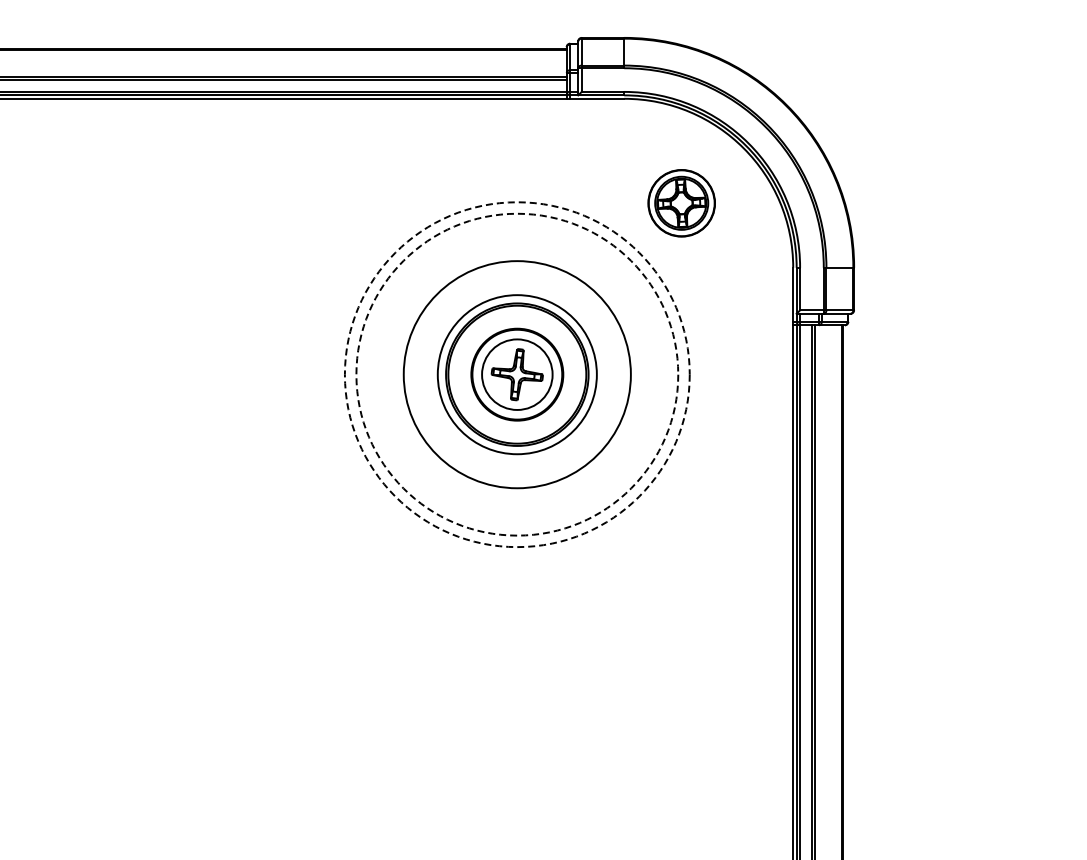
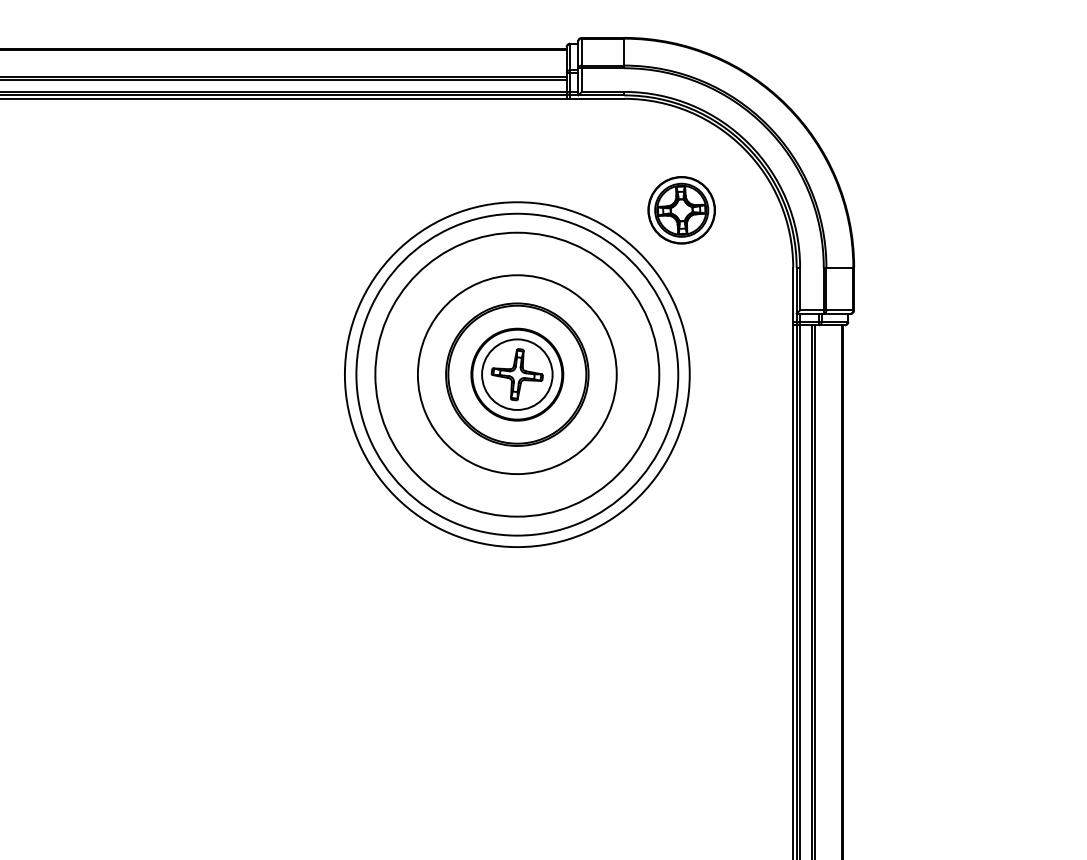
part at (681, 203) position: (681, 203) -> (681, 210)
circle at (516, 374) diameter: 159 px -> 199 px
circle at (516, 374) diameter: 227 px -> 284 px
circle at (516, 374): dashed -> solid
circle at (517, 374): dashed -> solid
